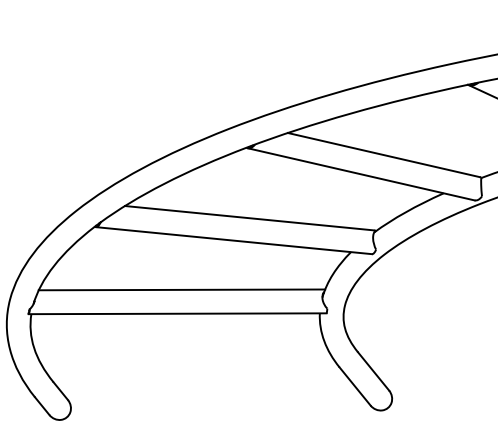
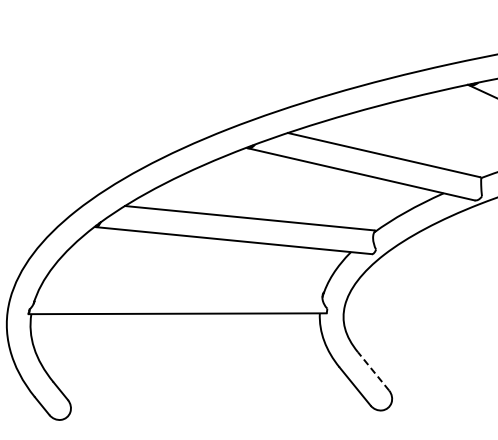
line at (181, 289): present -> none
line at (373, 371): solid -> dashed
